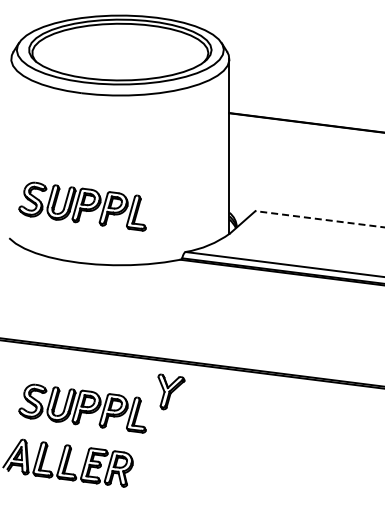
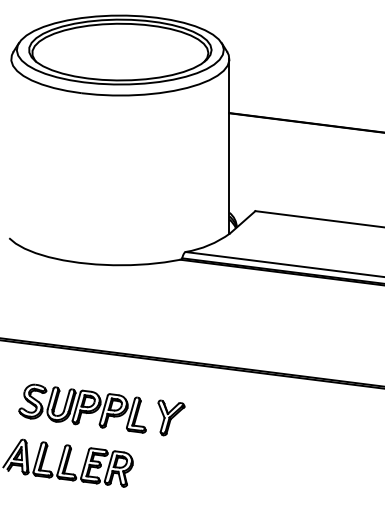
part at (82, 206): present -> none
line at (319, 219): dashed -> solid
part at (171, 391) position: (171, 391) -> (171, 417)
